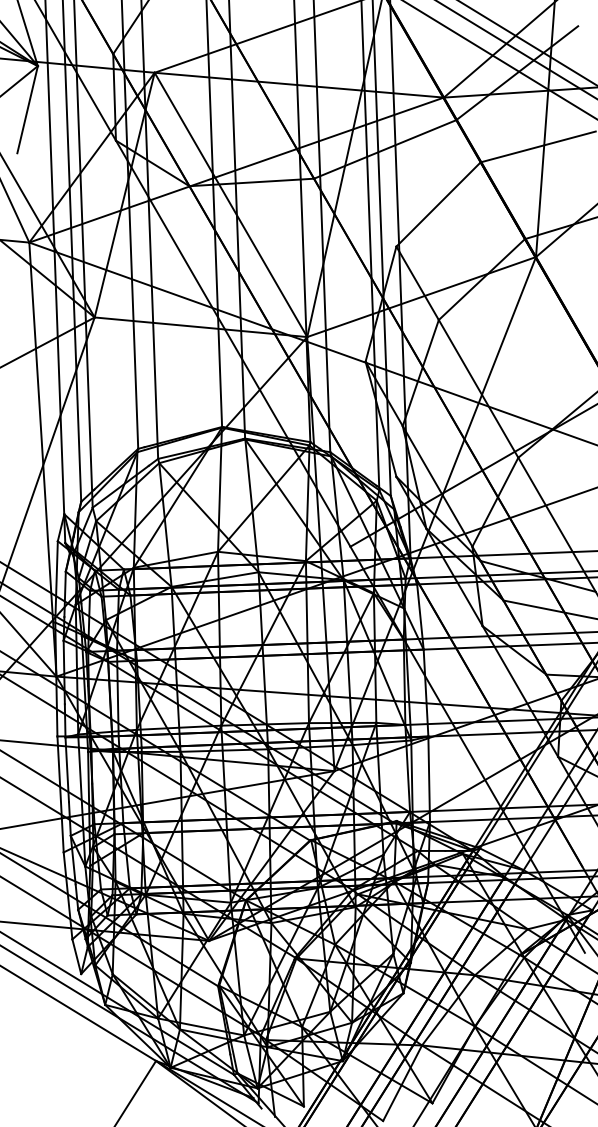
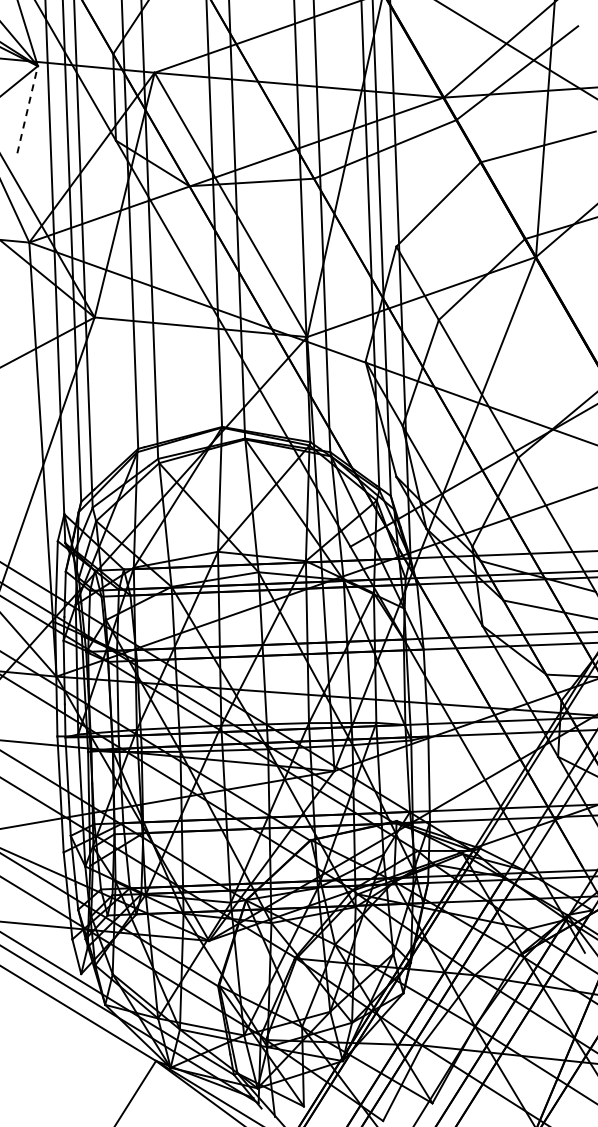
line at (527, 43): present -> none
line at (499, 59): present -> none
line at (27, 109): solid -> dashed
